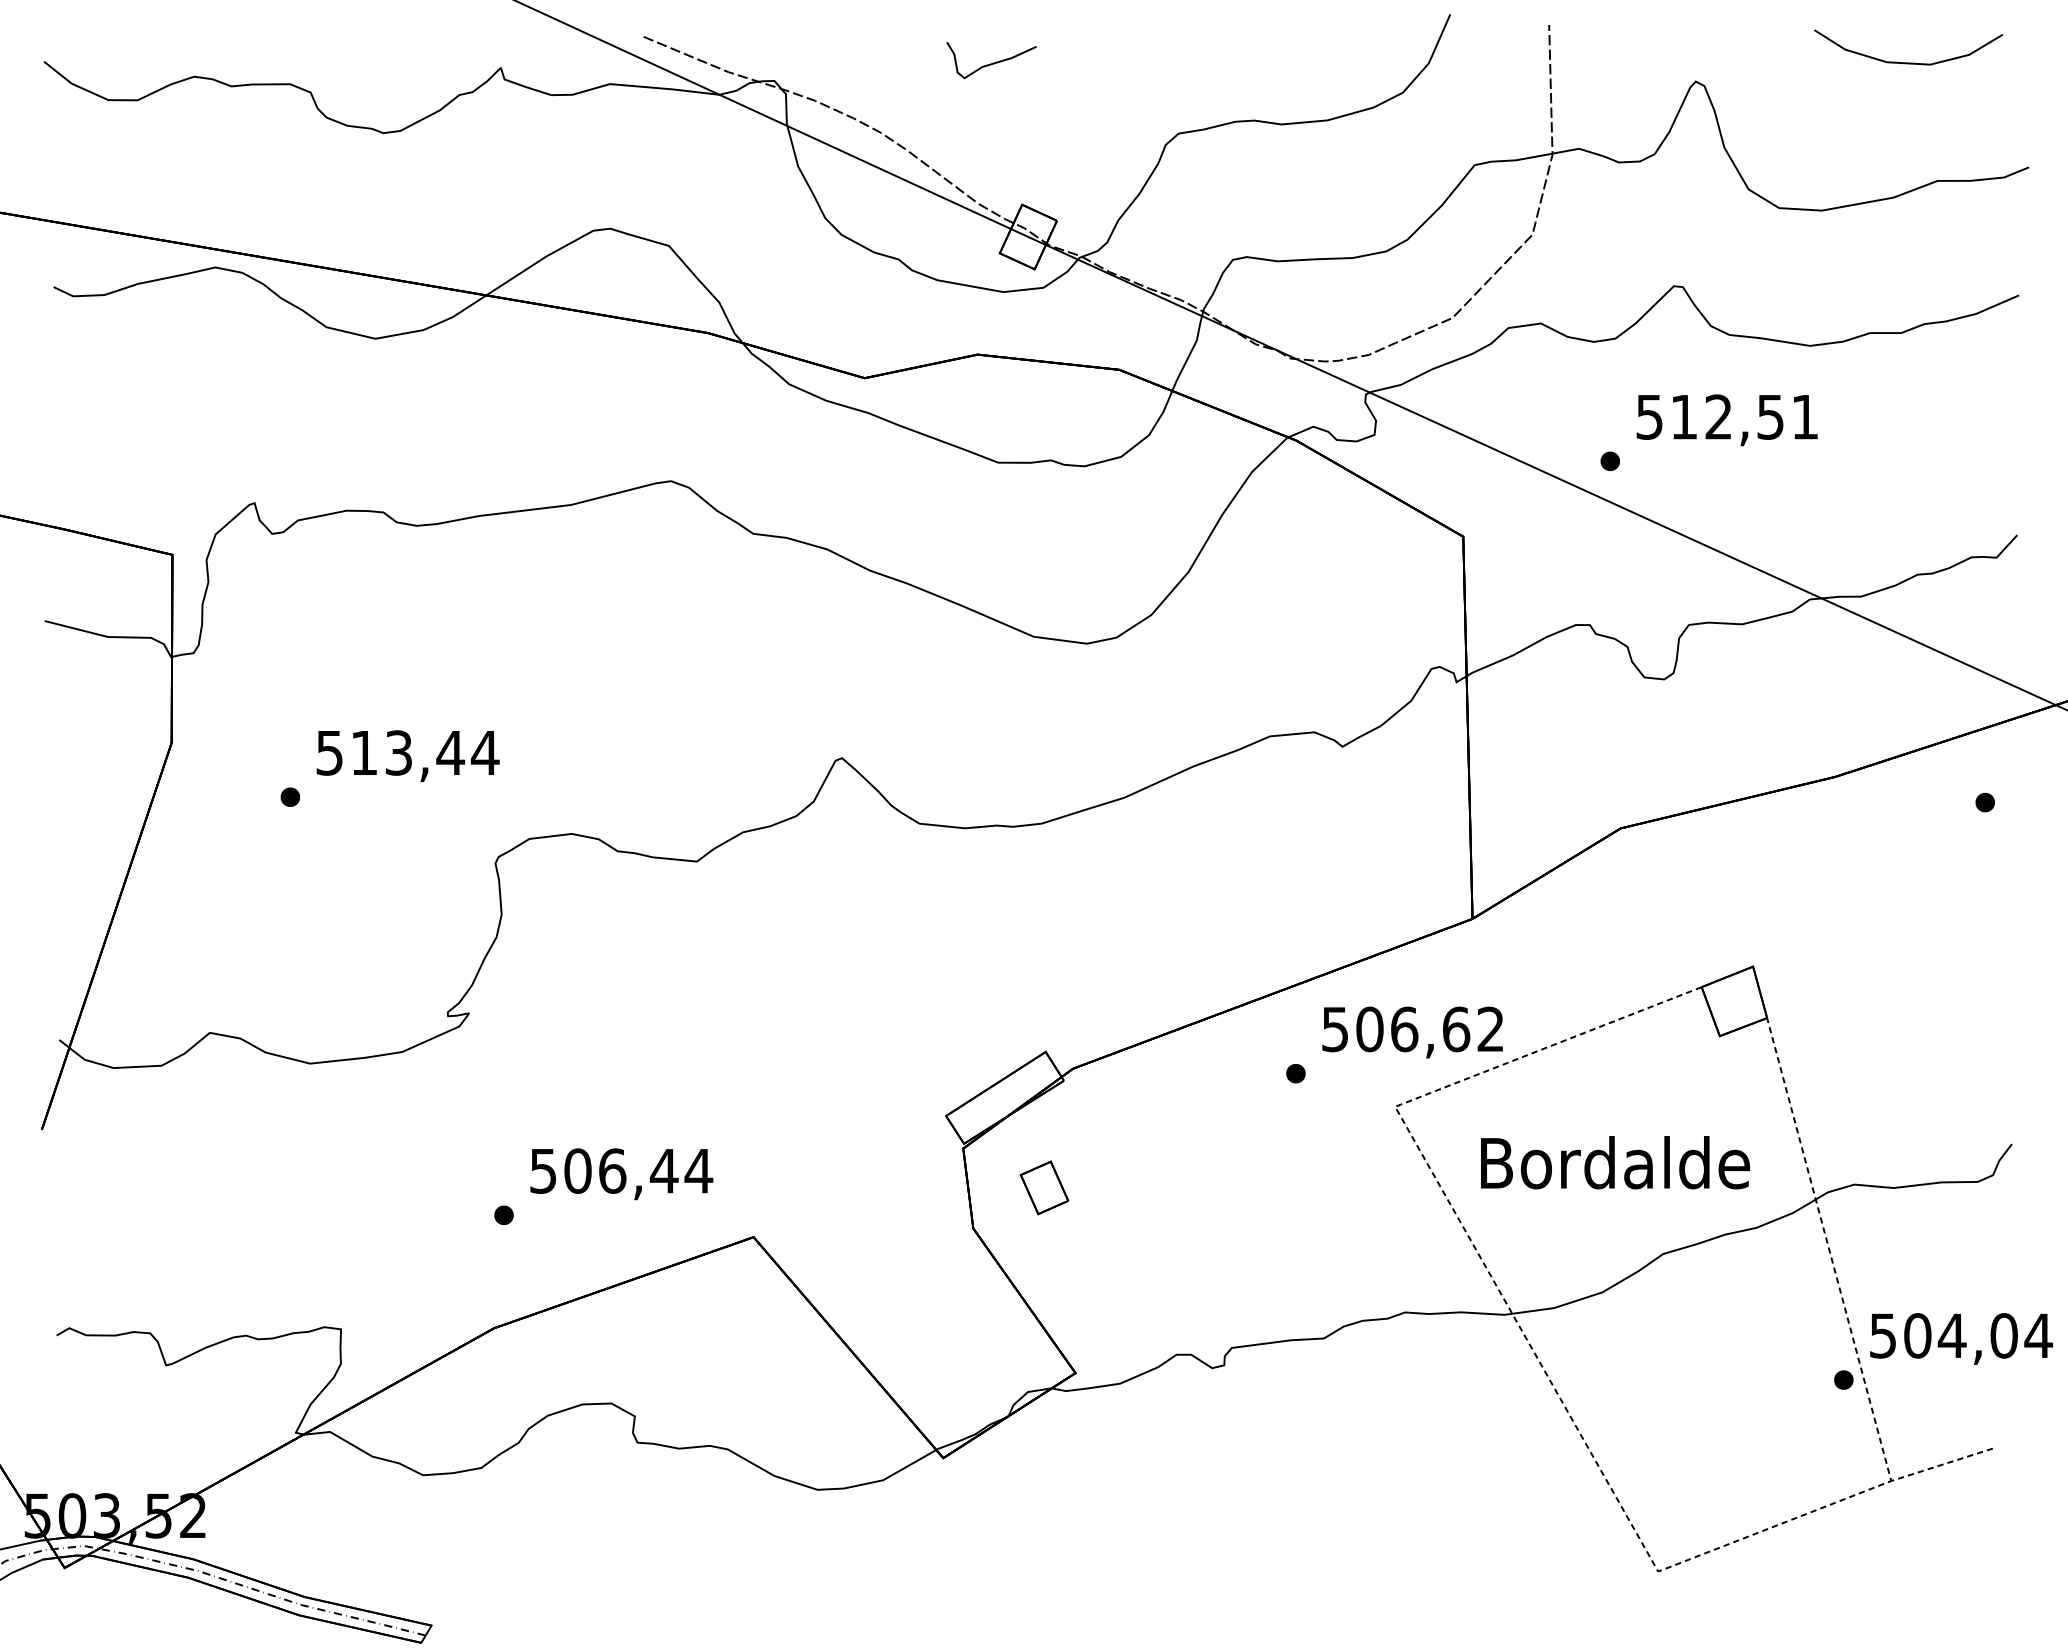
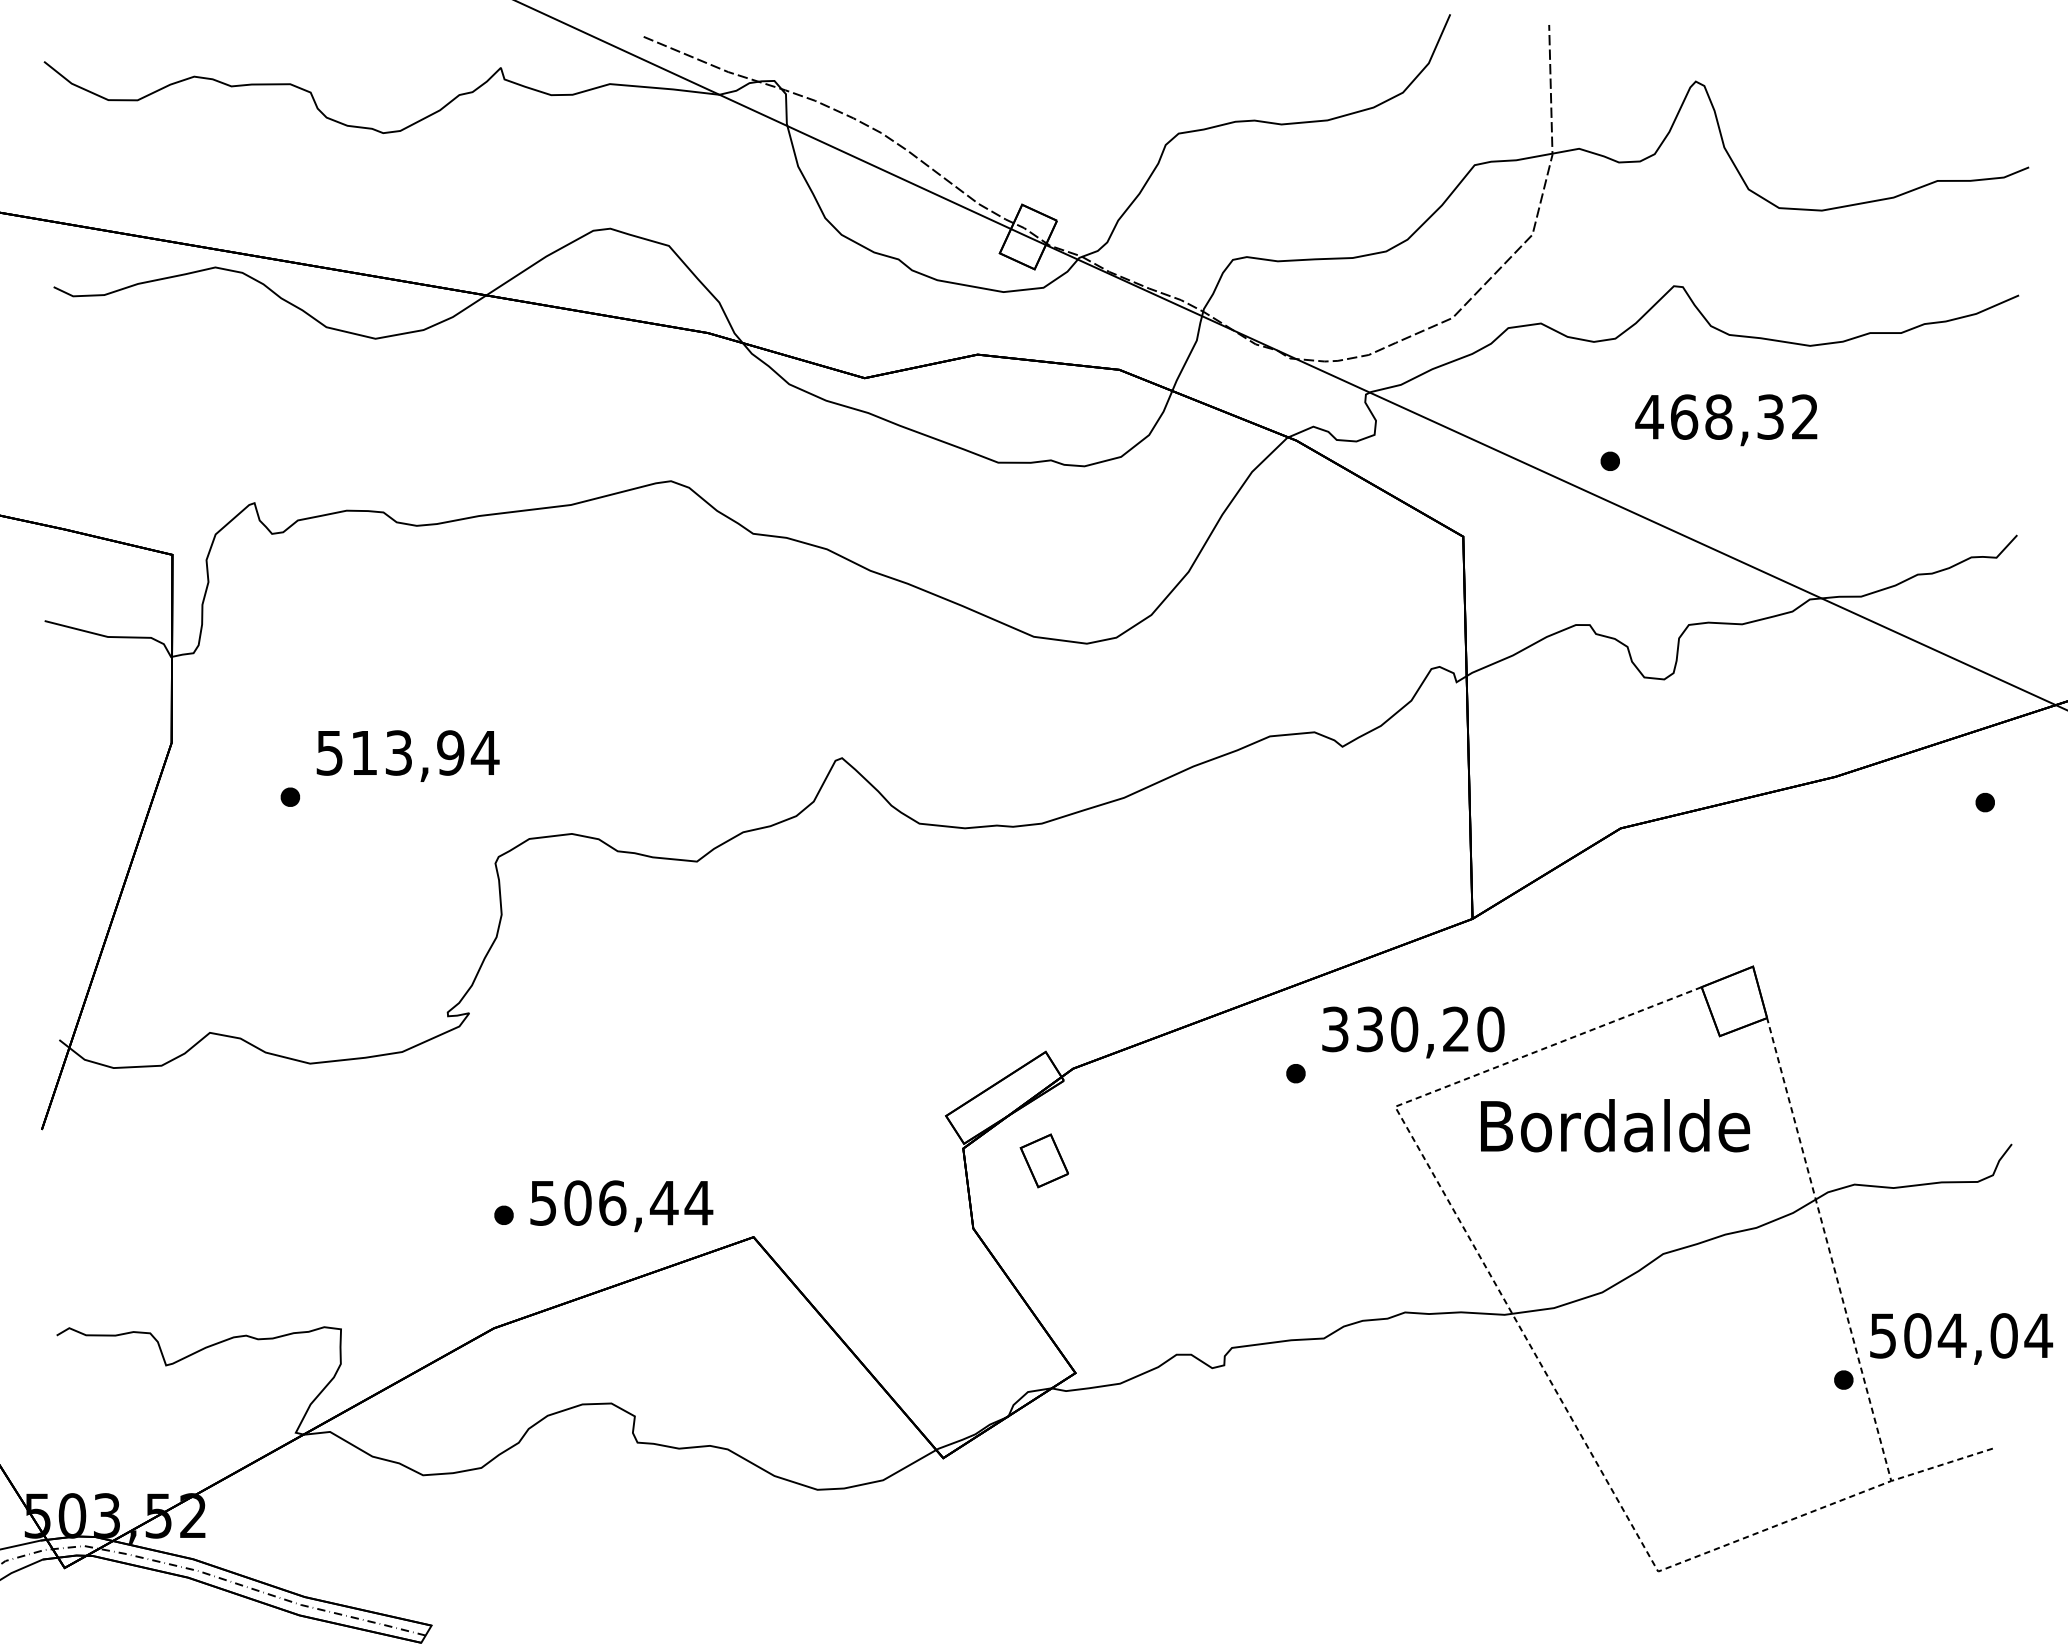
curve at (993, 62): present -> none
curve at (1908, 62): present -> none
text at (1726, 416): 512,51 -> 468,32
text at (450, 752): 513,44 -> 513,94
text at (1413, 1029): 506,62 -> 330,20
text at (1615, 1162) position: (1615, 1162) -> (1615, 1125)
text at (621, 1174) position: (621, 1174) -> (621, 1206)
part at (1043, 1187) position: (1043, 1187) -> (1043, 1160)
